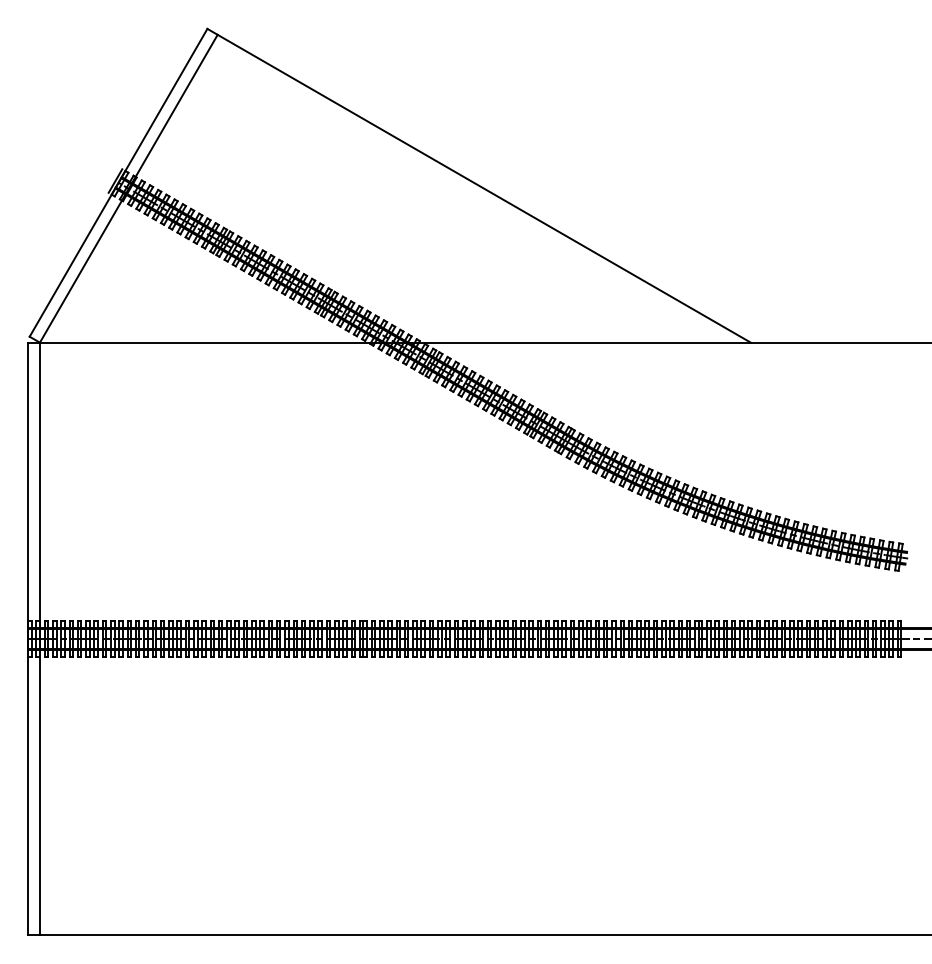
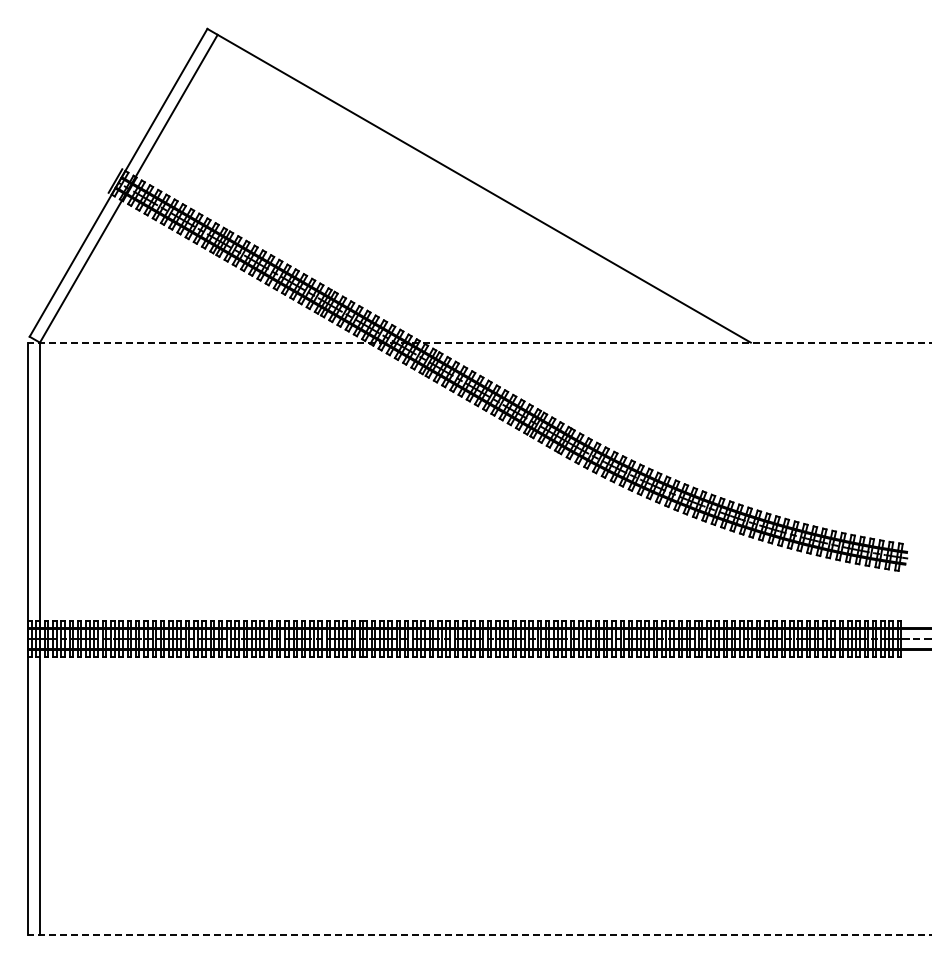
line at (479, 342): solid -> dashed
line at (479, 935): solid -> dashed
